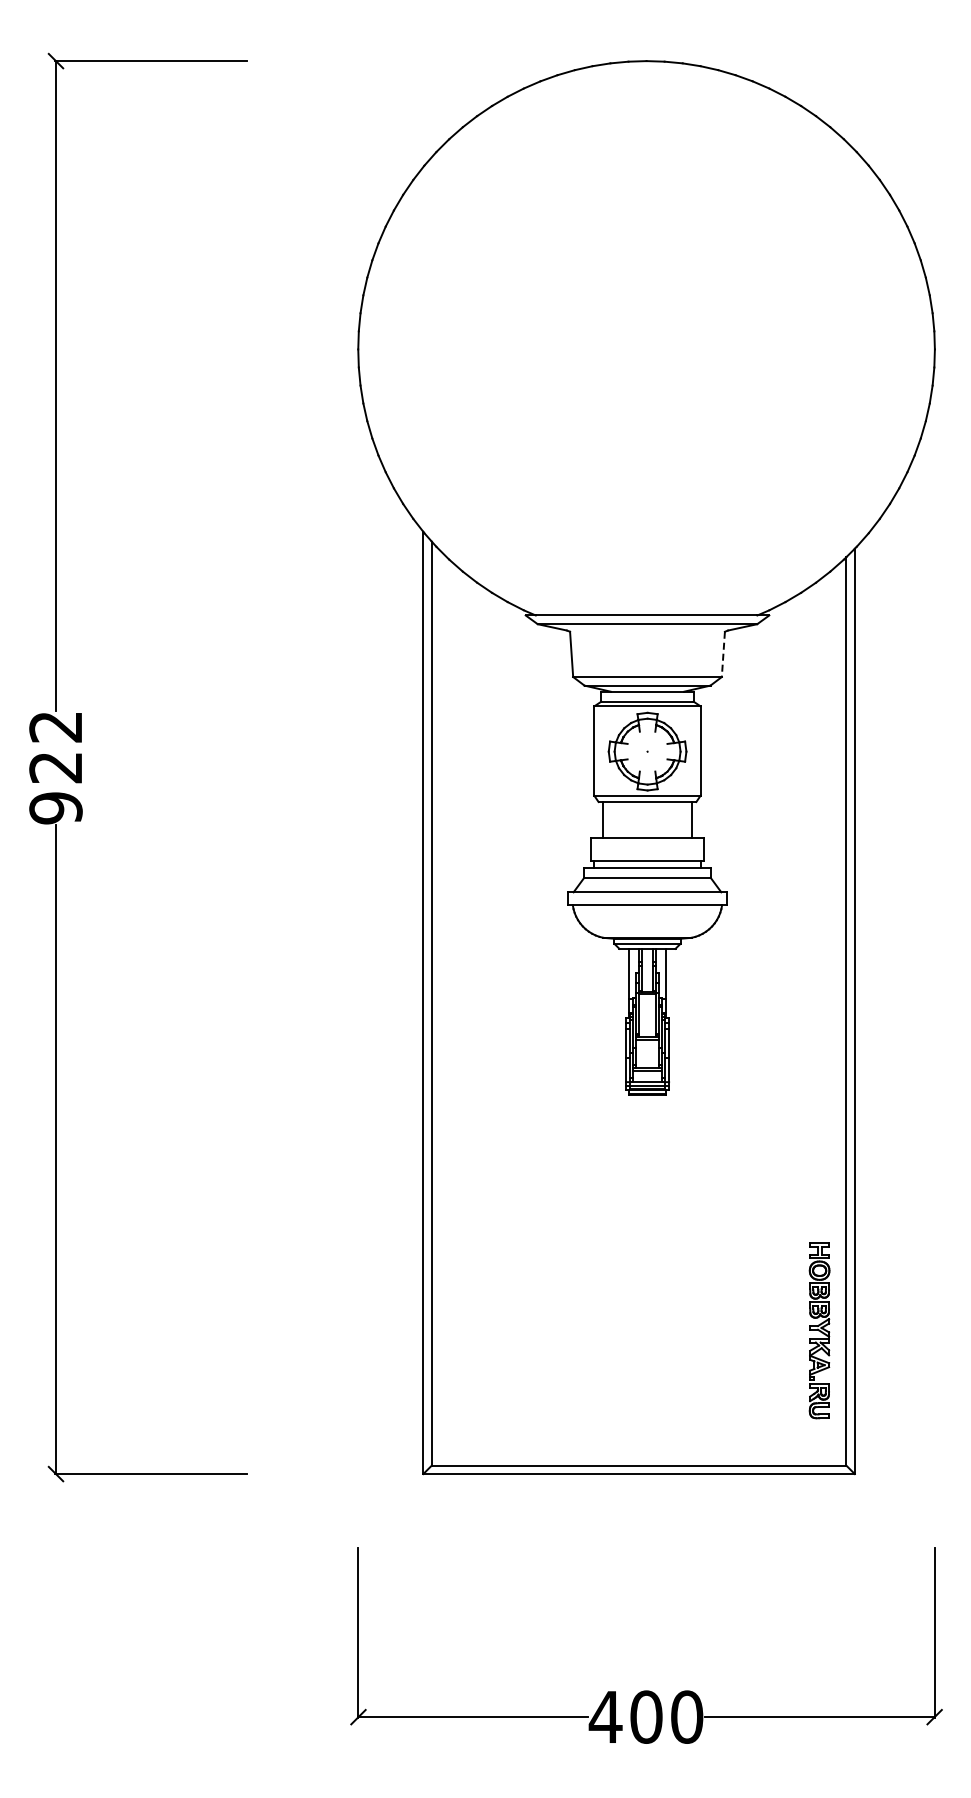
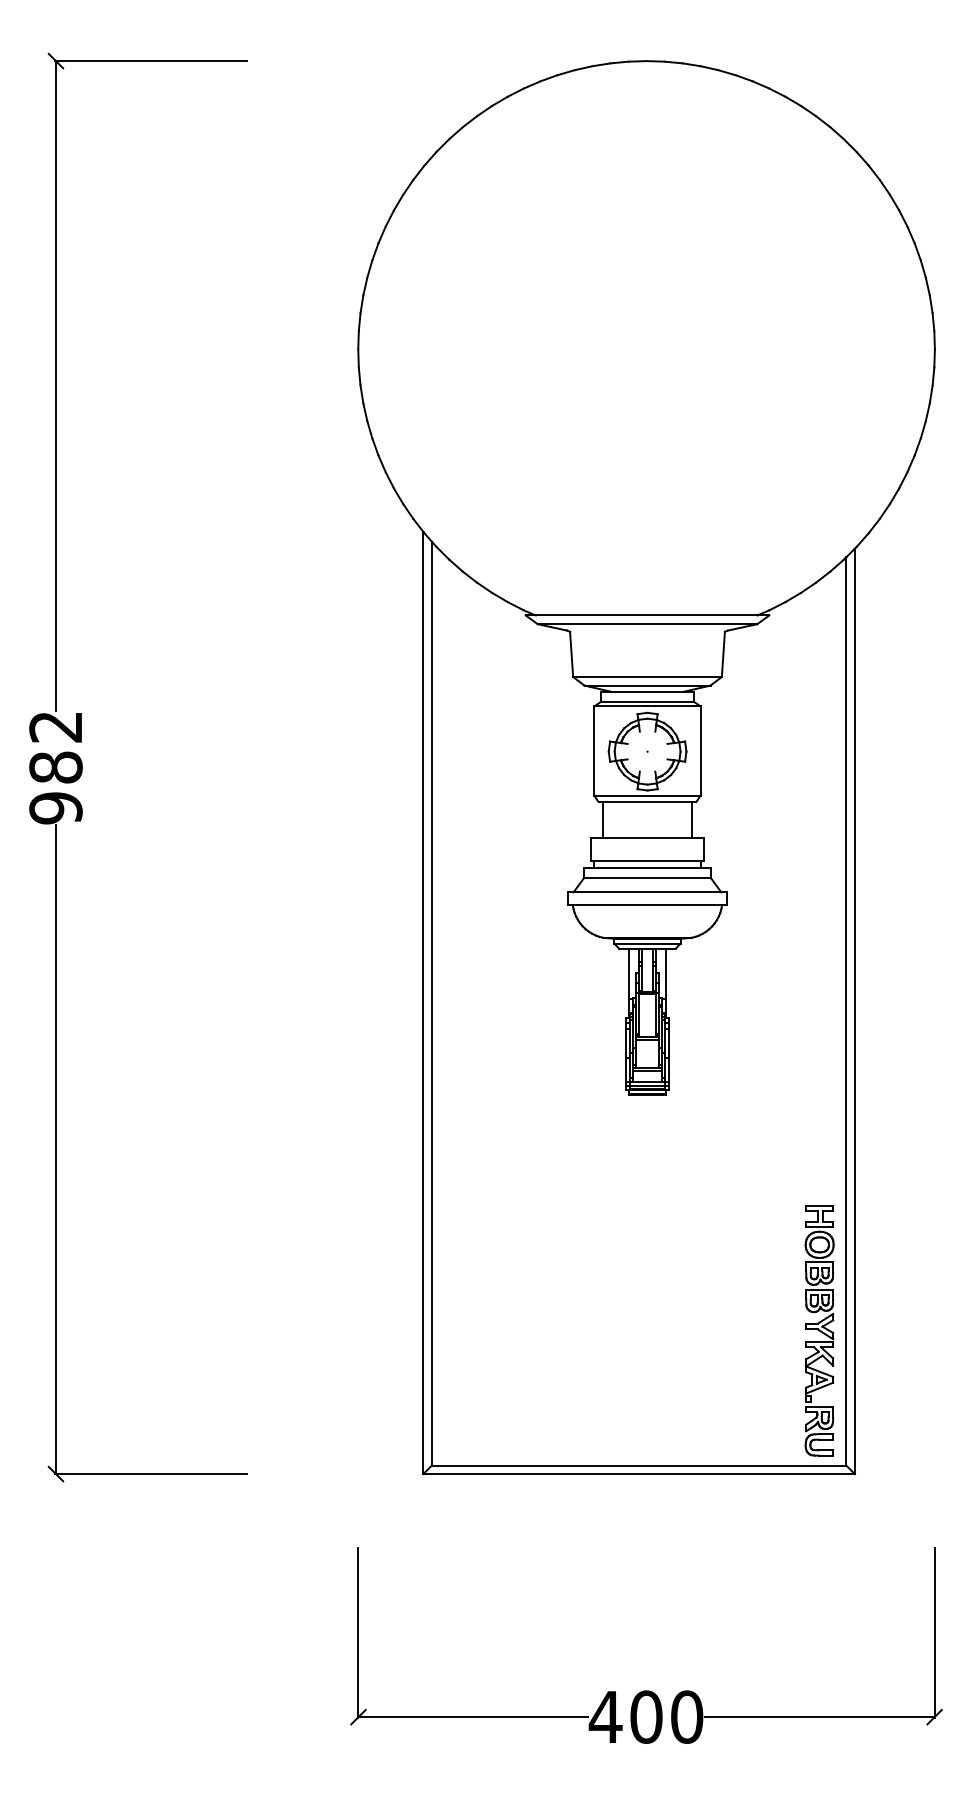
line at (723, 654): dashed -> solid
text at (55, 767): 922 -> 982
part at (819, 1330) size: 23x178 px -> 31x252 px
